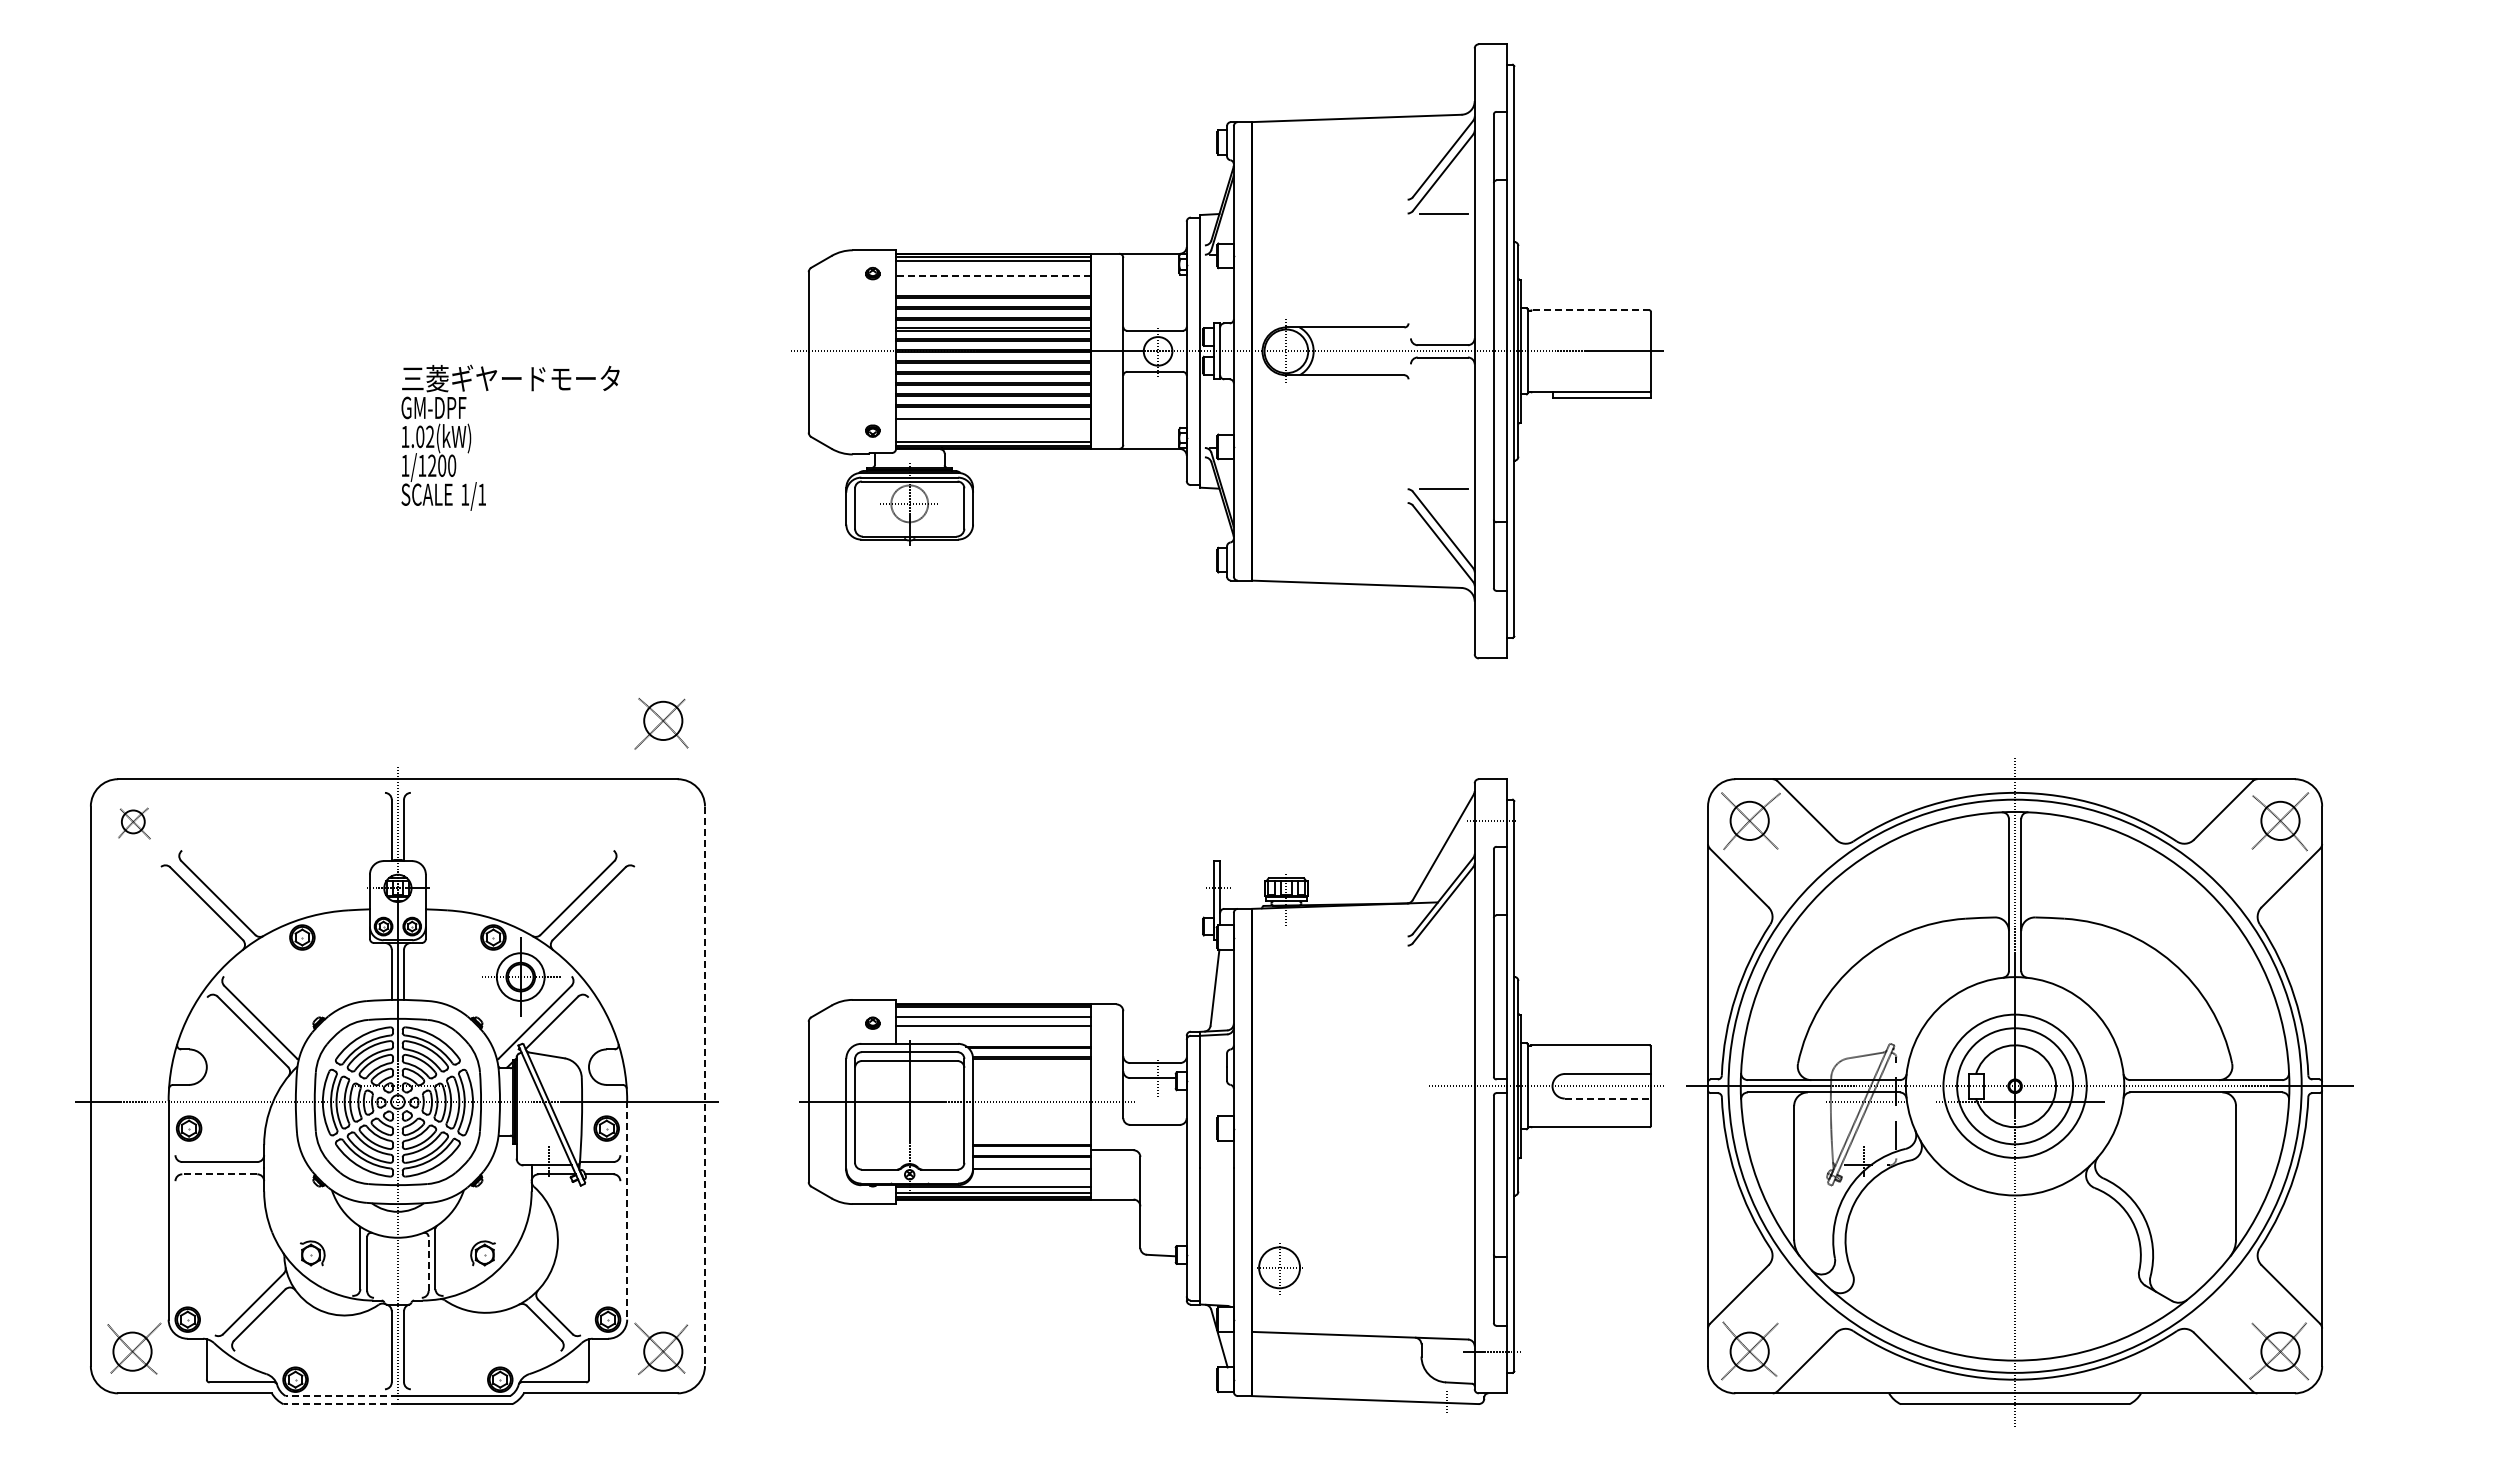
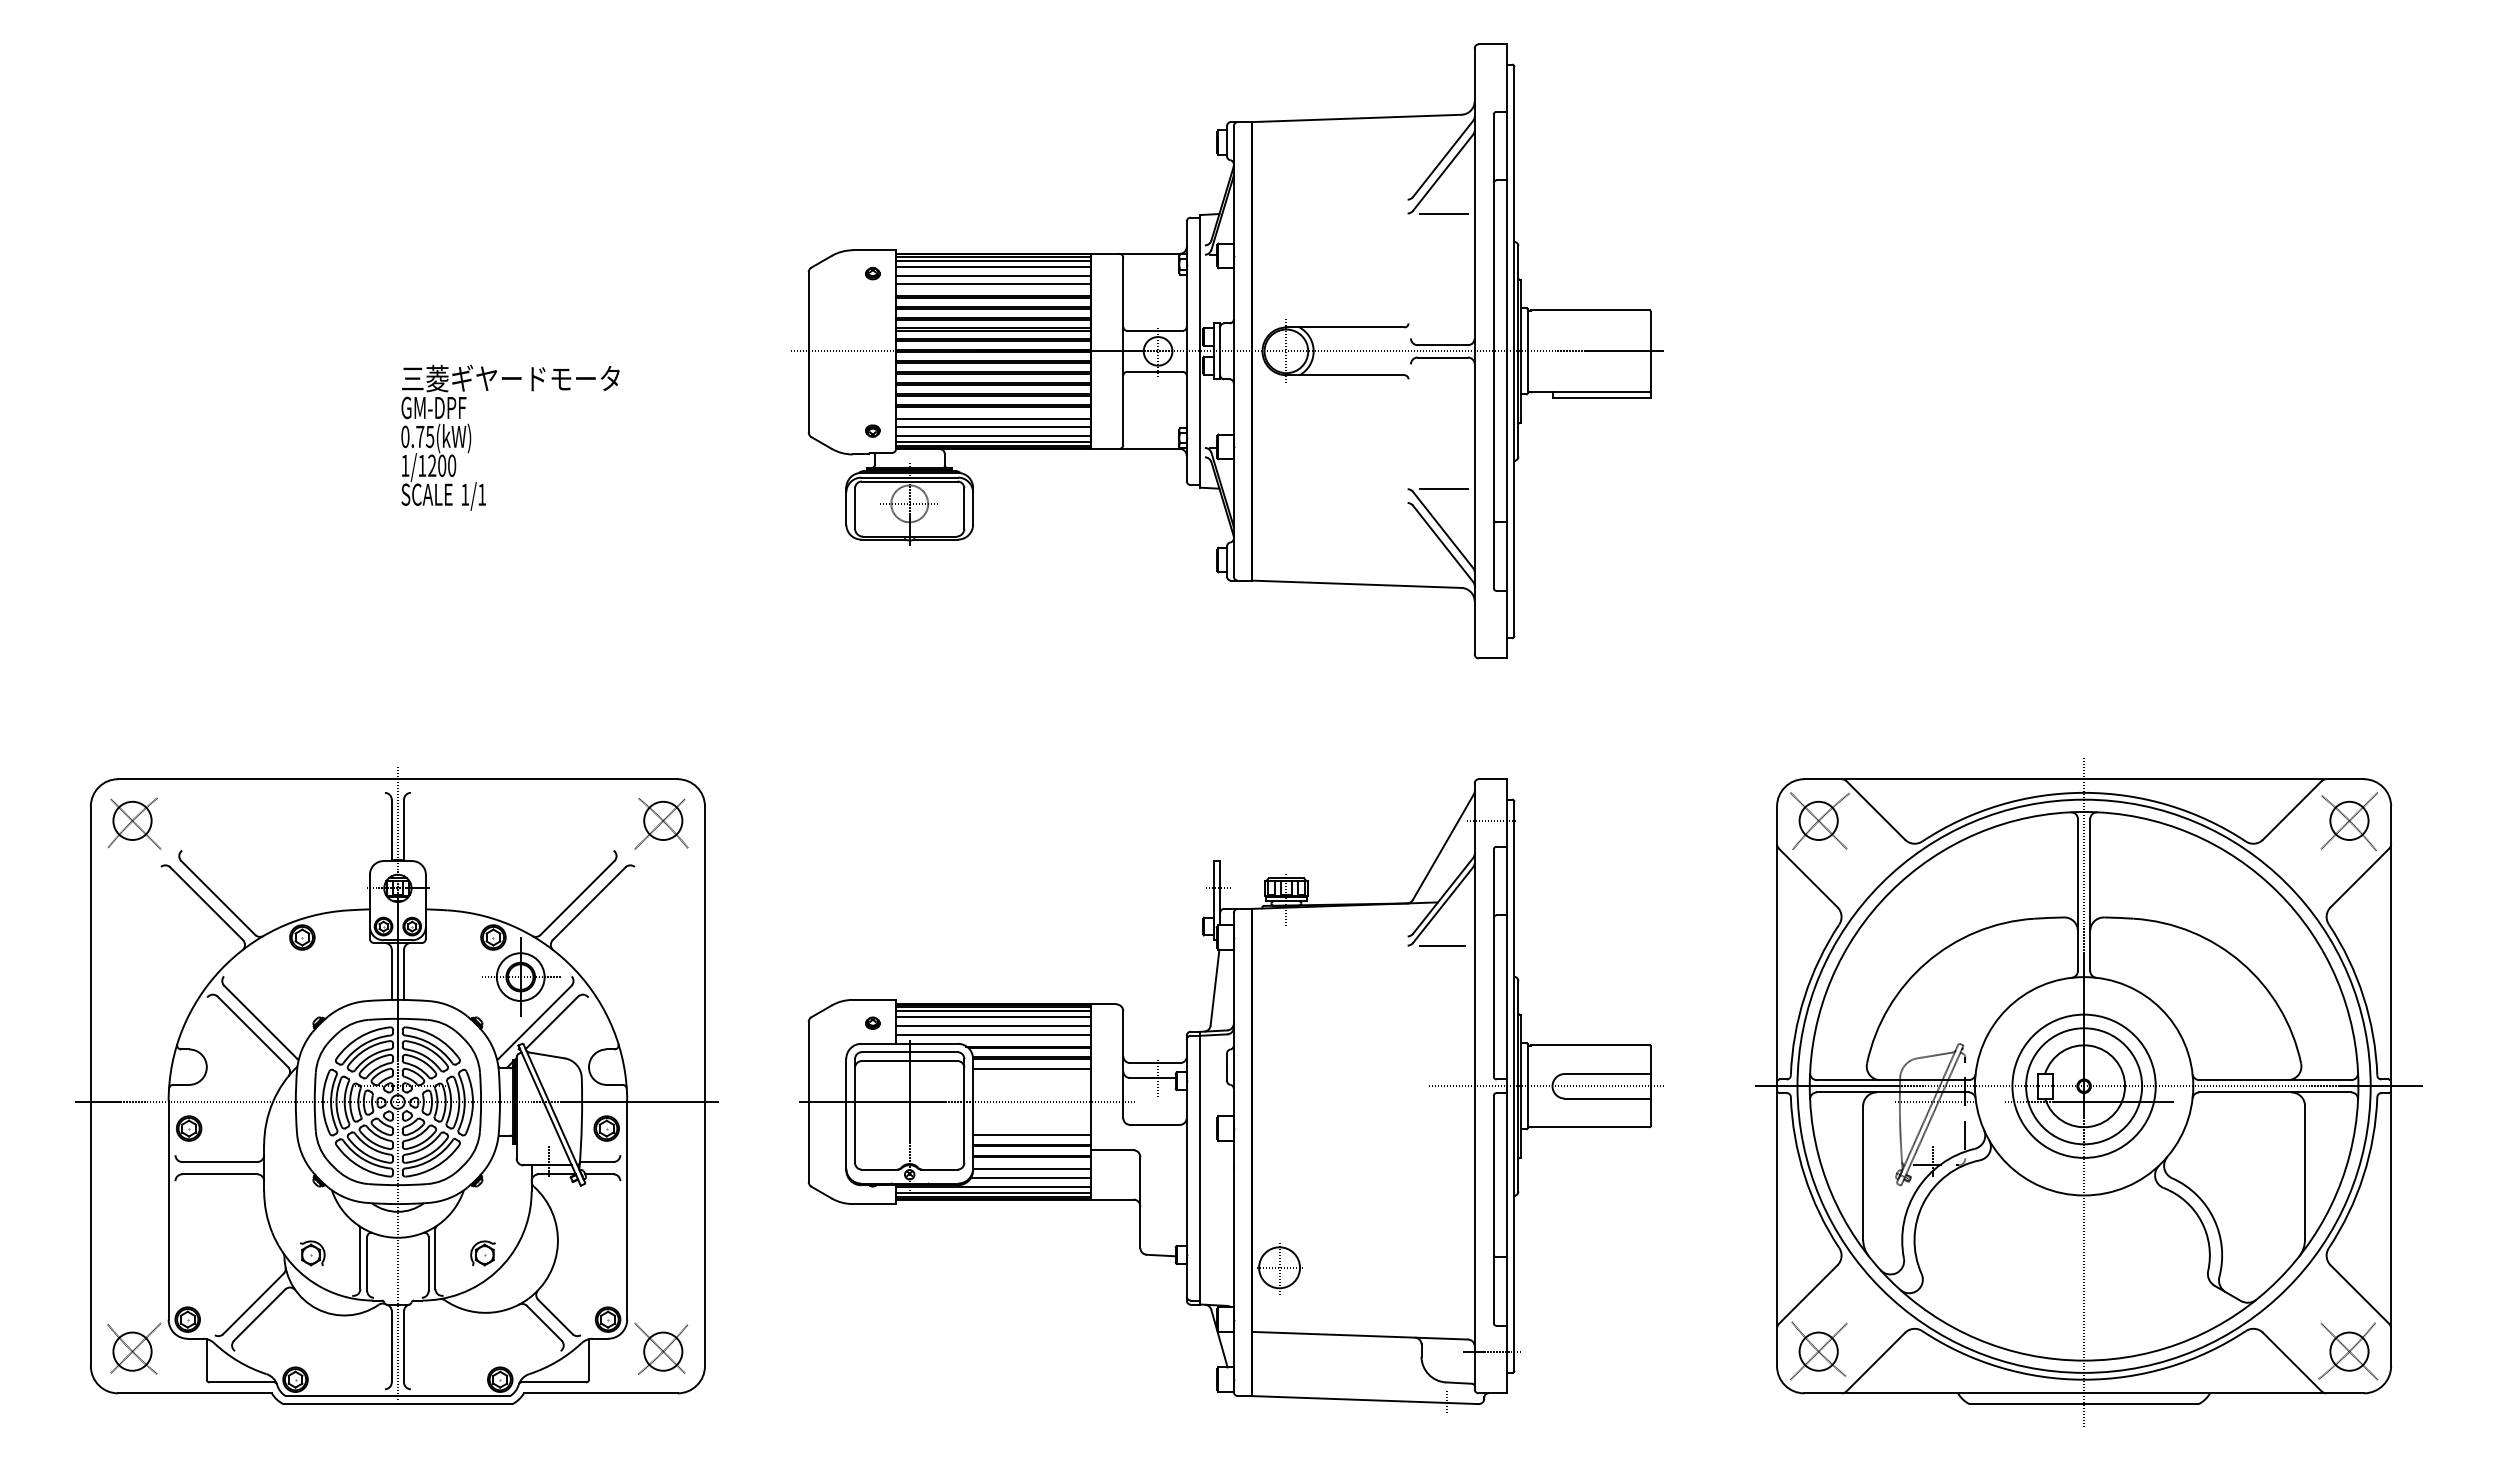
line at (993, 266): none -> present
line at (993, 275): dashed -> solid
line at (993, 284): none -> present
line at (1590, 310): dashed -> solid
line at (993, 427): none -> present
line at (993, 435): none -> present
text at (417, 436): 1.02(kW) -> 0.75(kW)
part at (661, 723) position: (661, 723) -> (661, 823)
part at (134, 823) size: 33x33 px -> 55x53 px
line at (1442, 945): none -> present
line at (993, 1011): none -> present
line at (993, 1035): none -> present
line at (1032, 1069): none -> present
line at (704, 1086): dashed -> solid
part at (2019, 1092) position: (2019, 1092) -> (2088, 1092)
line at (1607, 1098): dashed -> solid
line at (1032, 1134): none -> present
line at (219, 1174): dashed -> solid
line at (1030, 1178): none -> present
line at (627, 1210): dashed -> solid
line at (428, 1263): dashed -> solid
line at (341, 1396): dashed -> solid
line at (340, 1404): dashed -> solid
